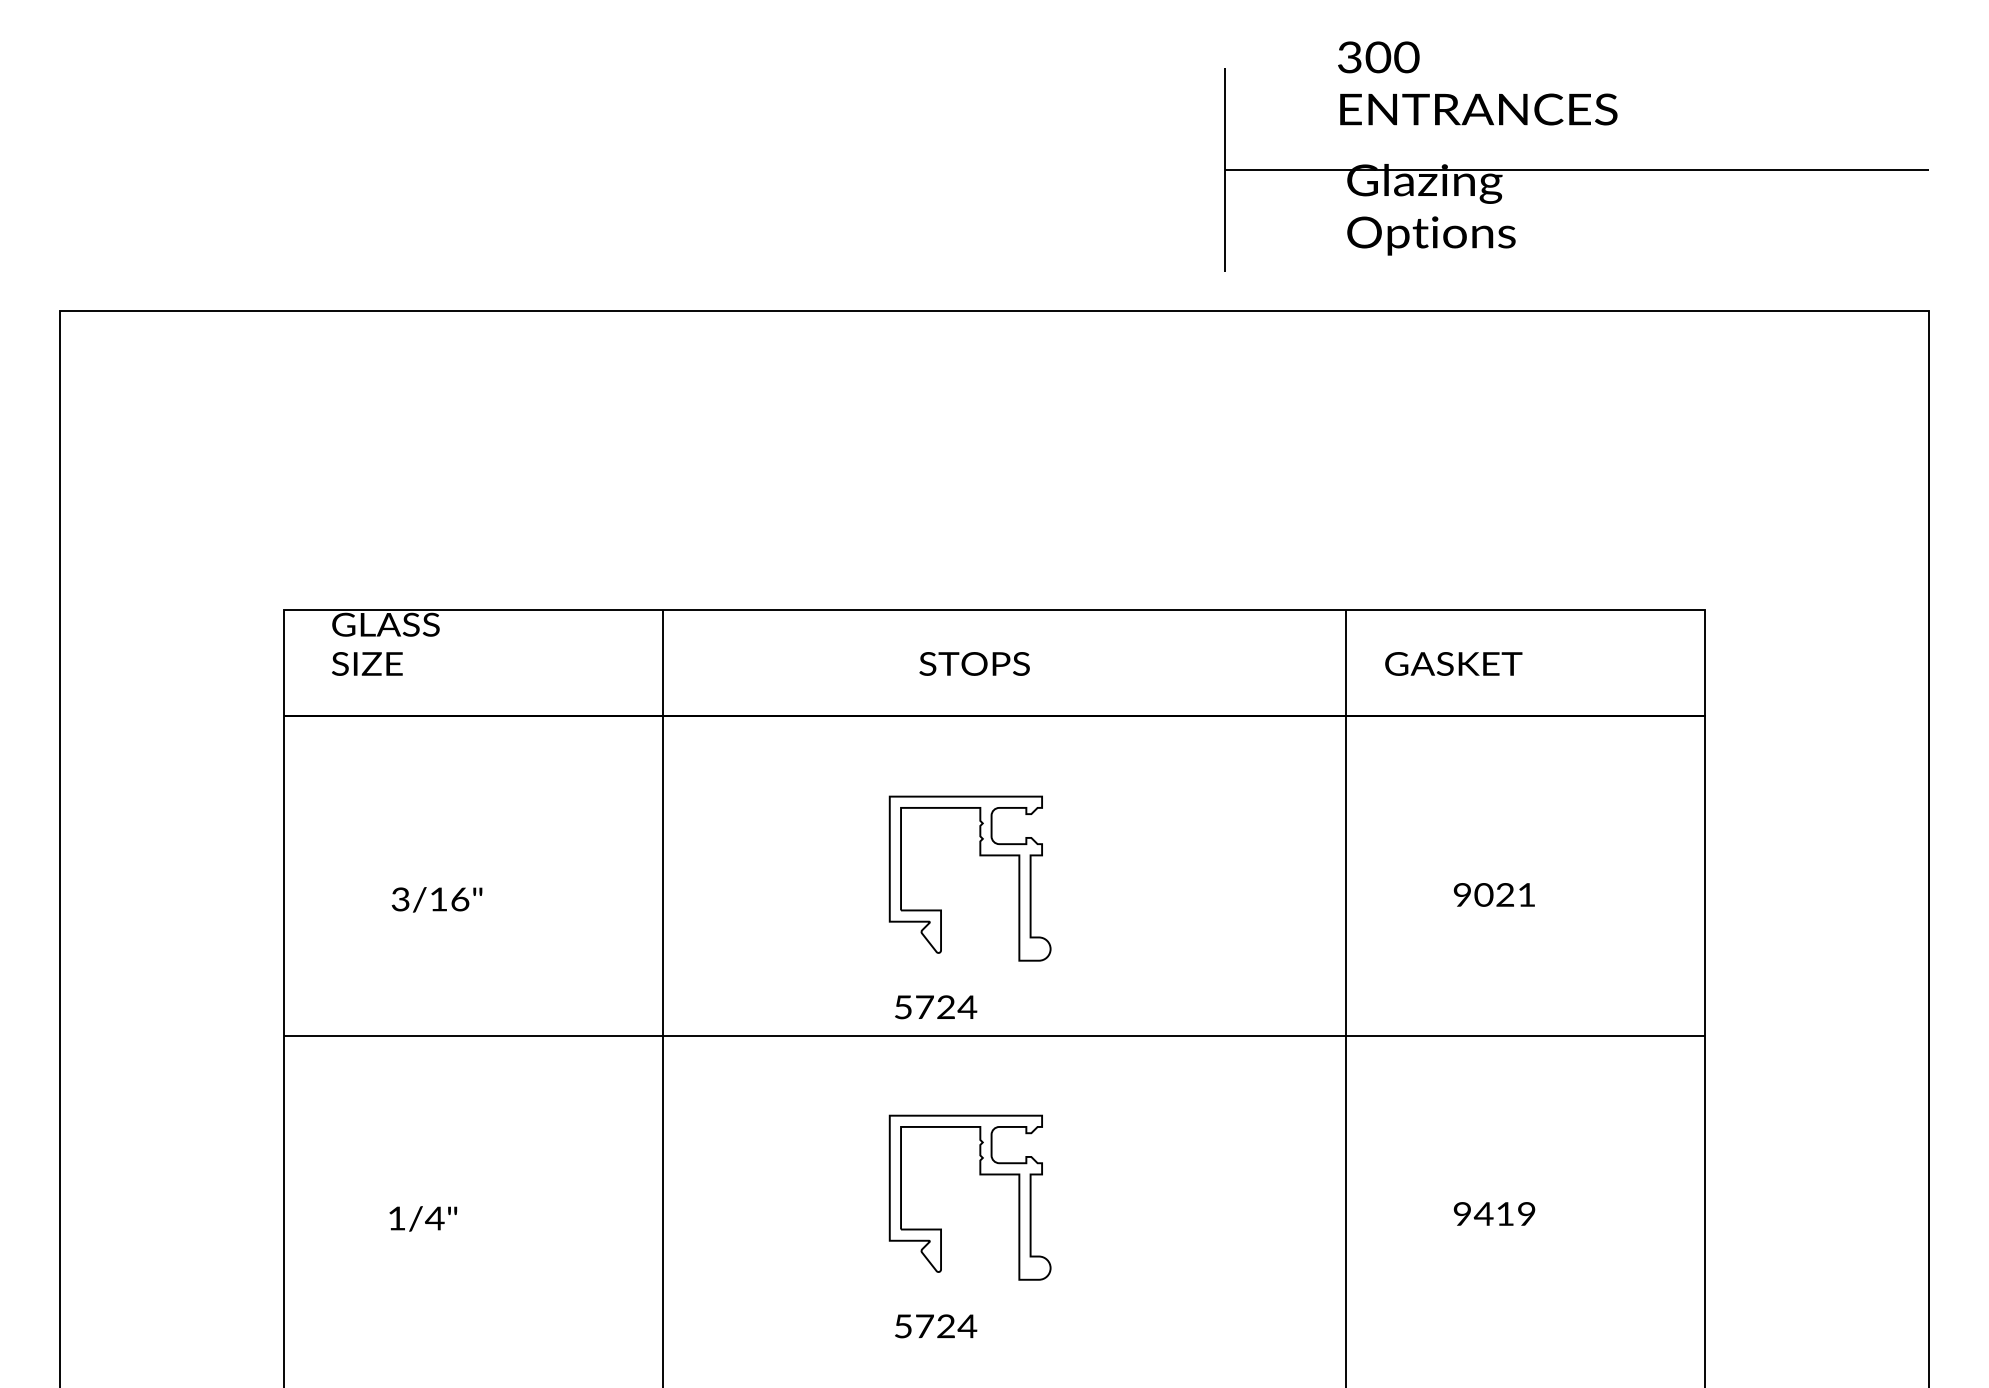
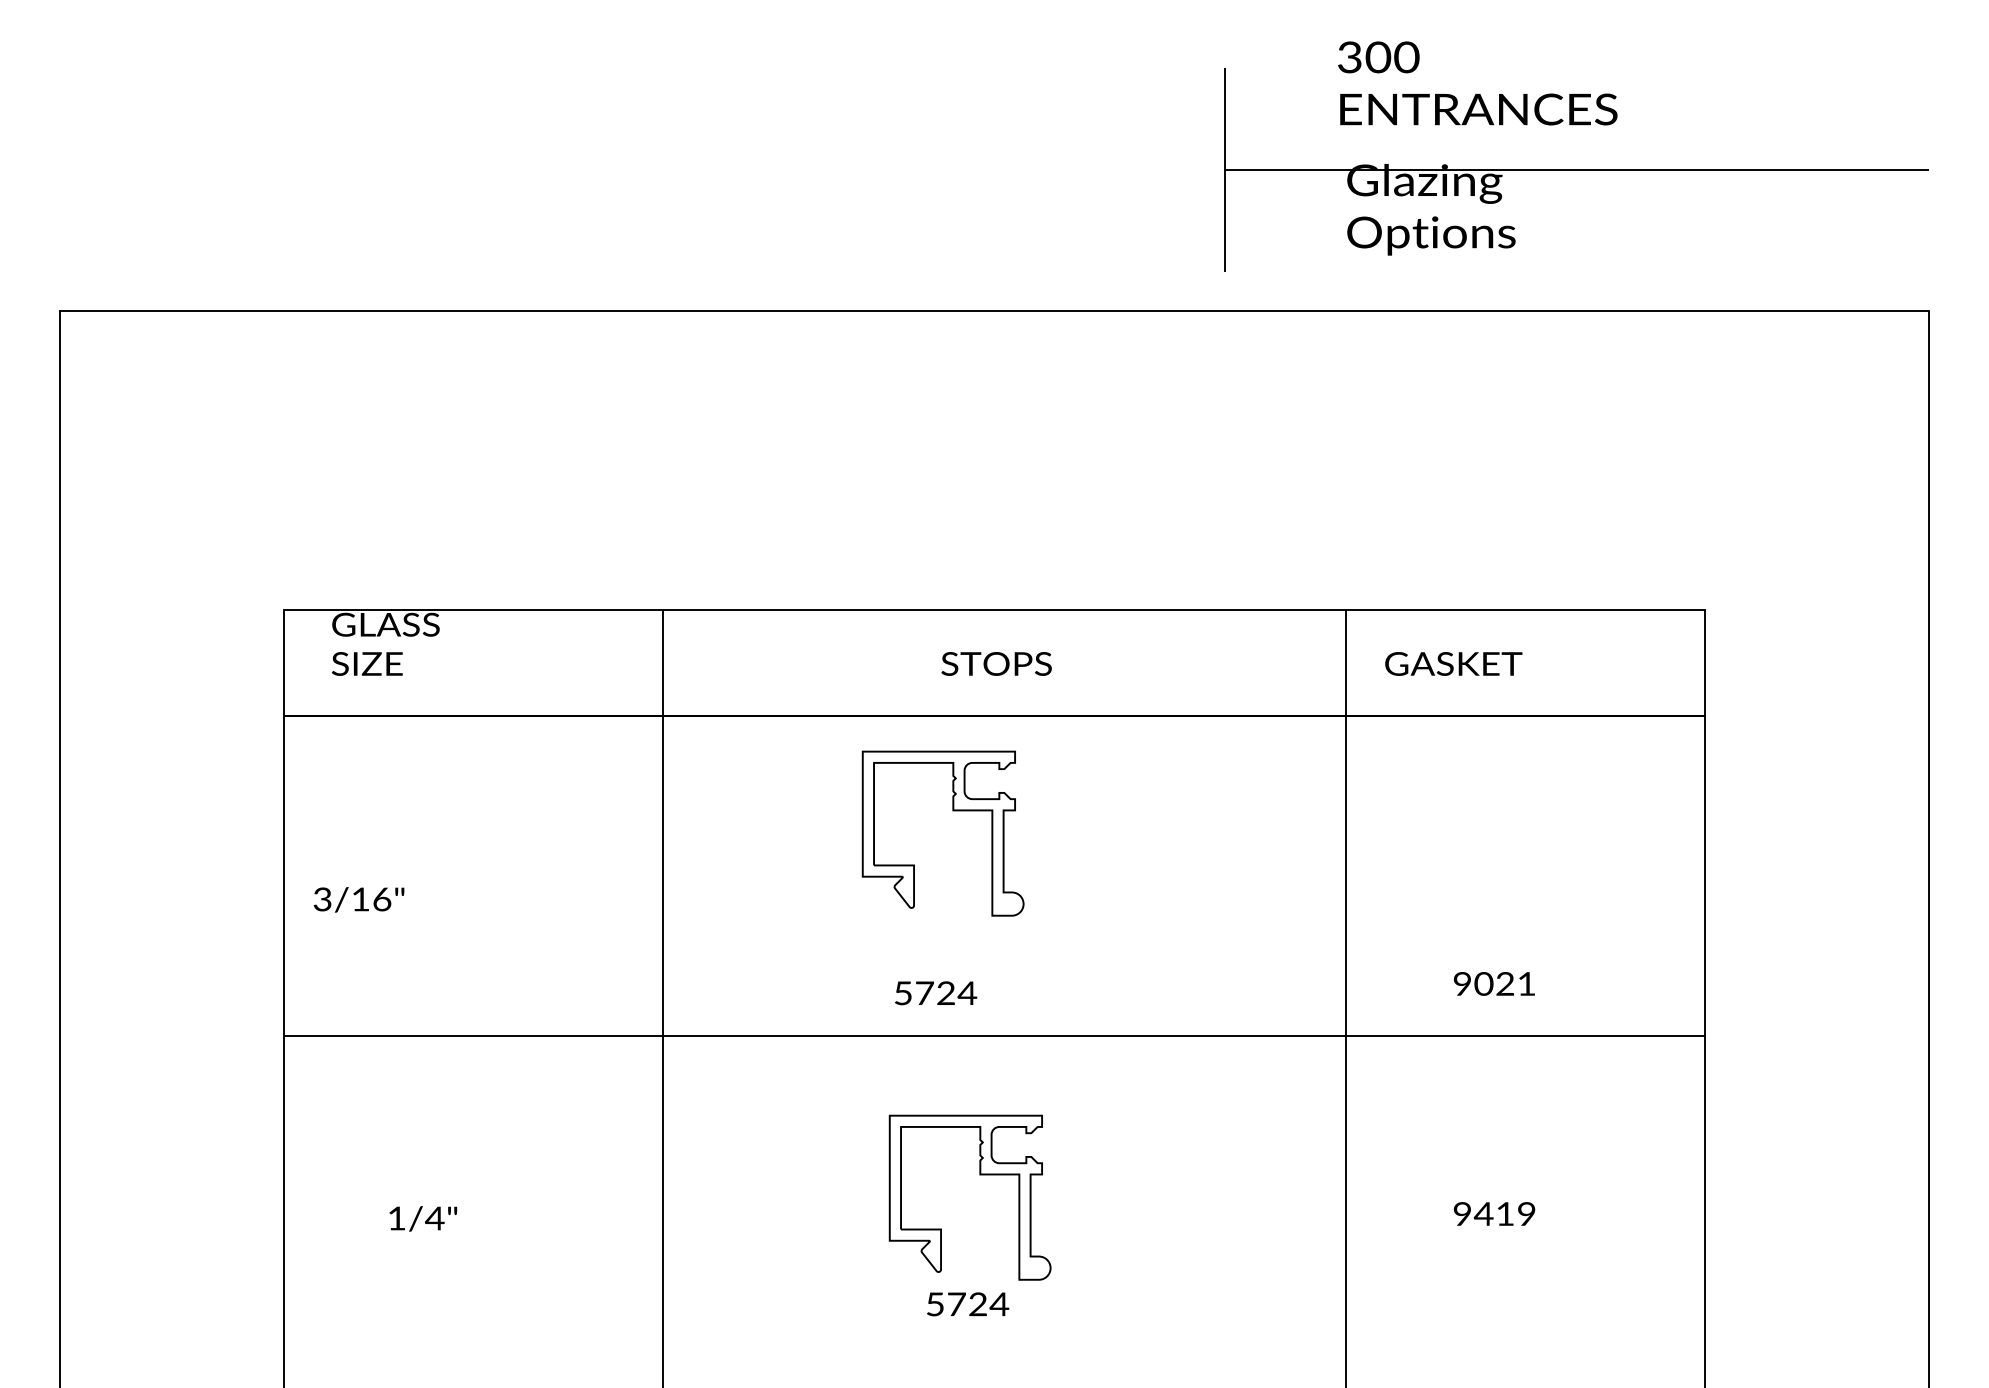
text at (974, 663) position: (974, 663) -> (996, 663)
part at (979, 856) position: (979, 856) -> (952, 811)
text at (1493, 894) position: (1493, 894) -> (1493, 983)
text at (436, 899) position: (436, 899) -> (358, 899)
text at (936, 1007) position: (936, 1007) -> (936, 993)
text at (936, 1326) position: (936, 1326) -> (968, 1304)
